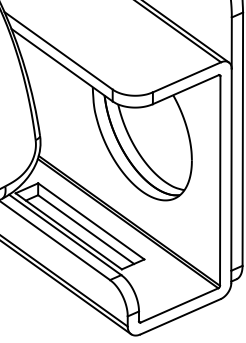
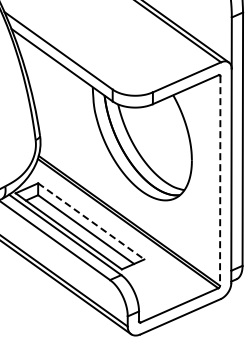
line at (220, 181): solid -> dashed
line at (91, 221): solid -> dashed
